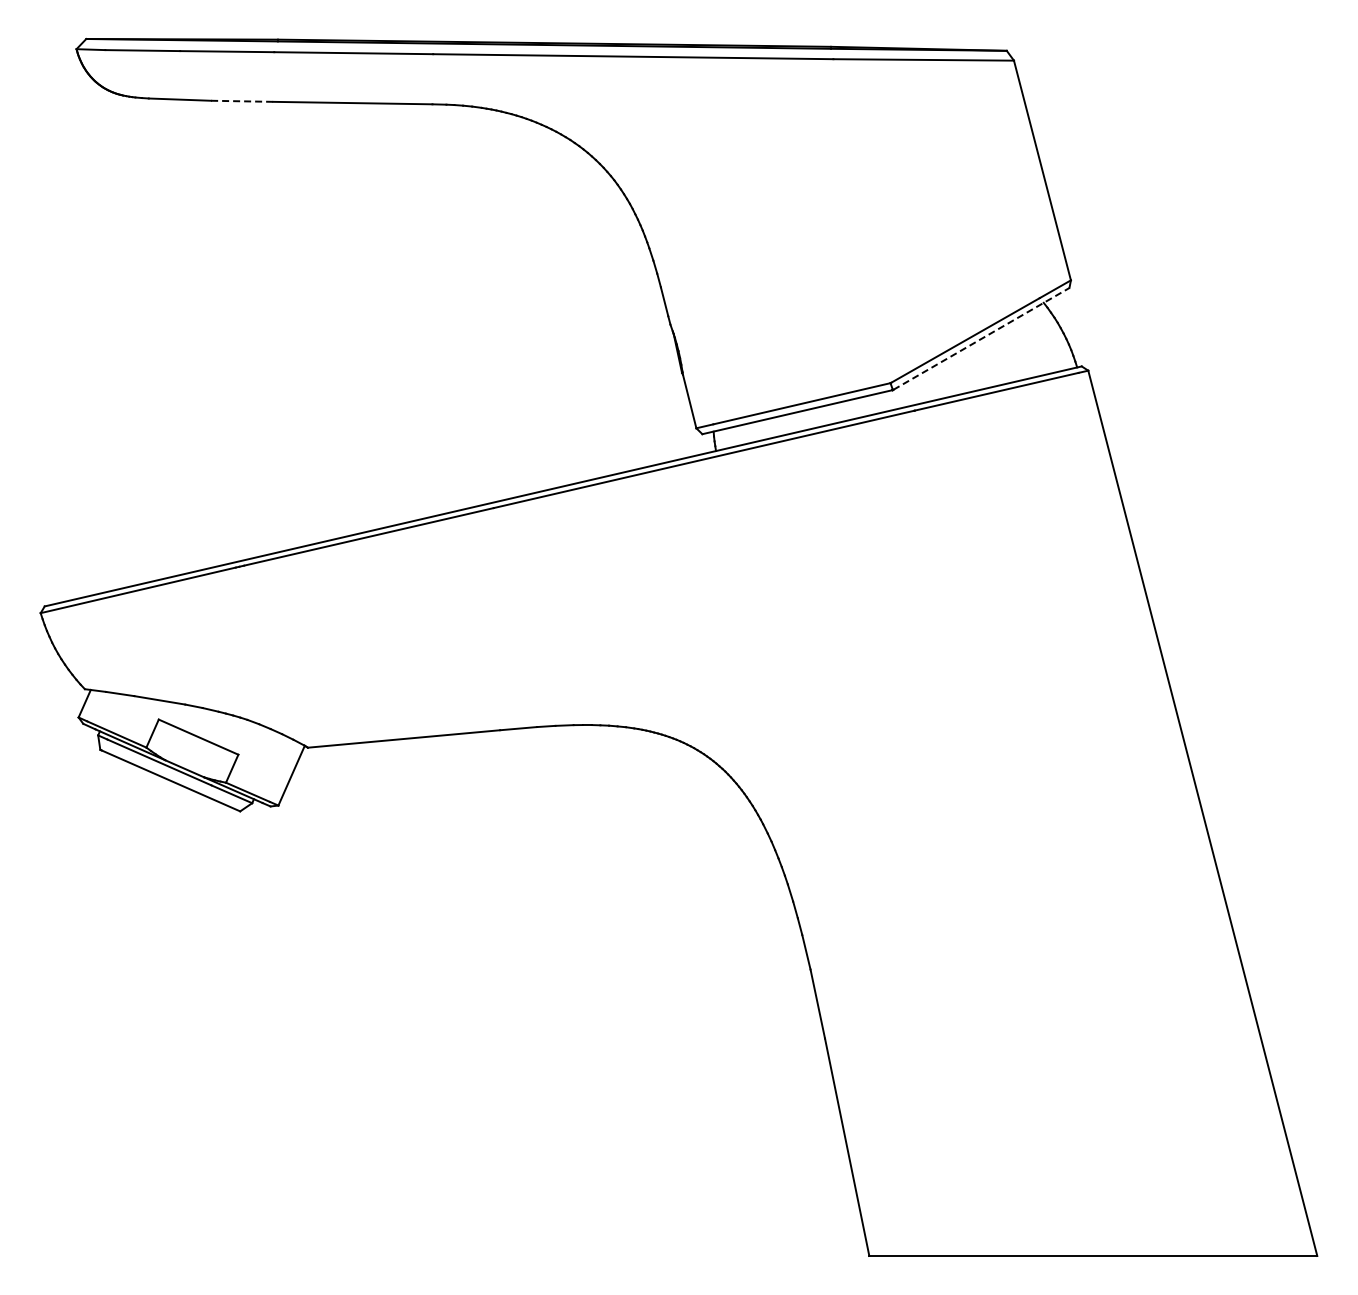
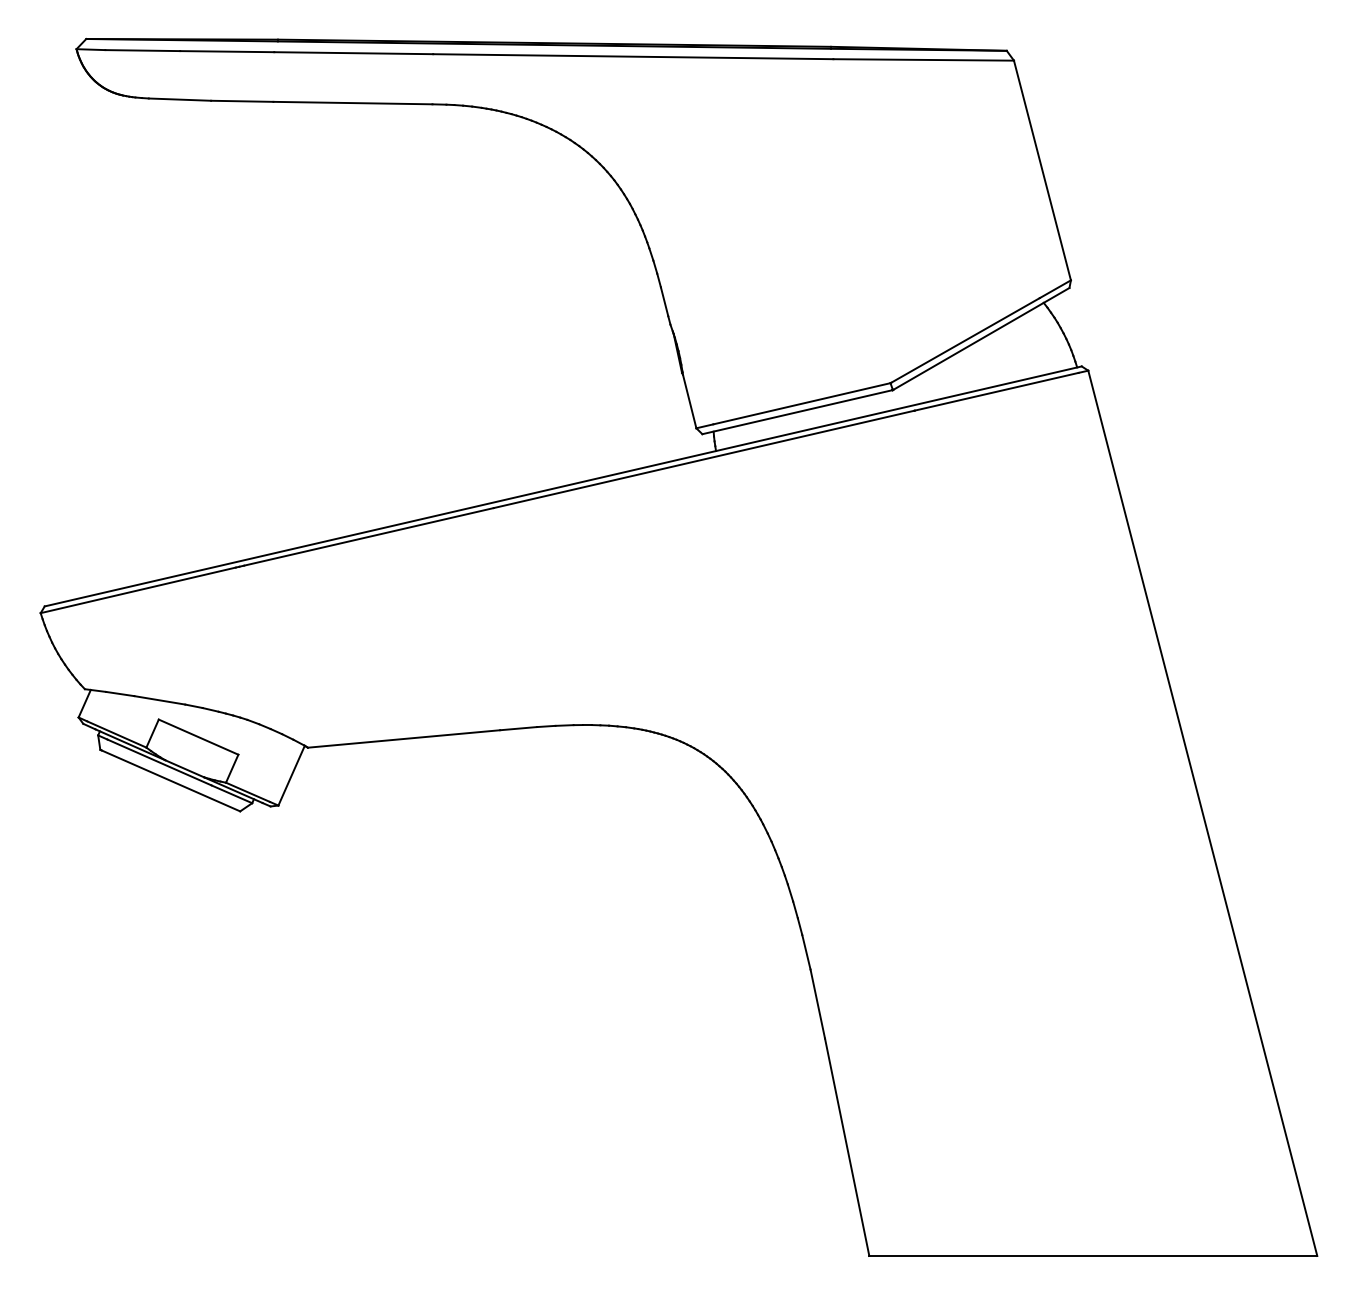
line at (242, 101): dashed -> solid
line at (981, 338): dashed -> solid
